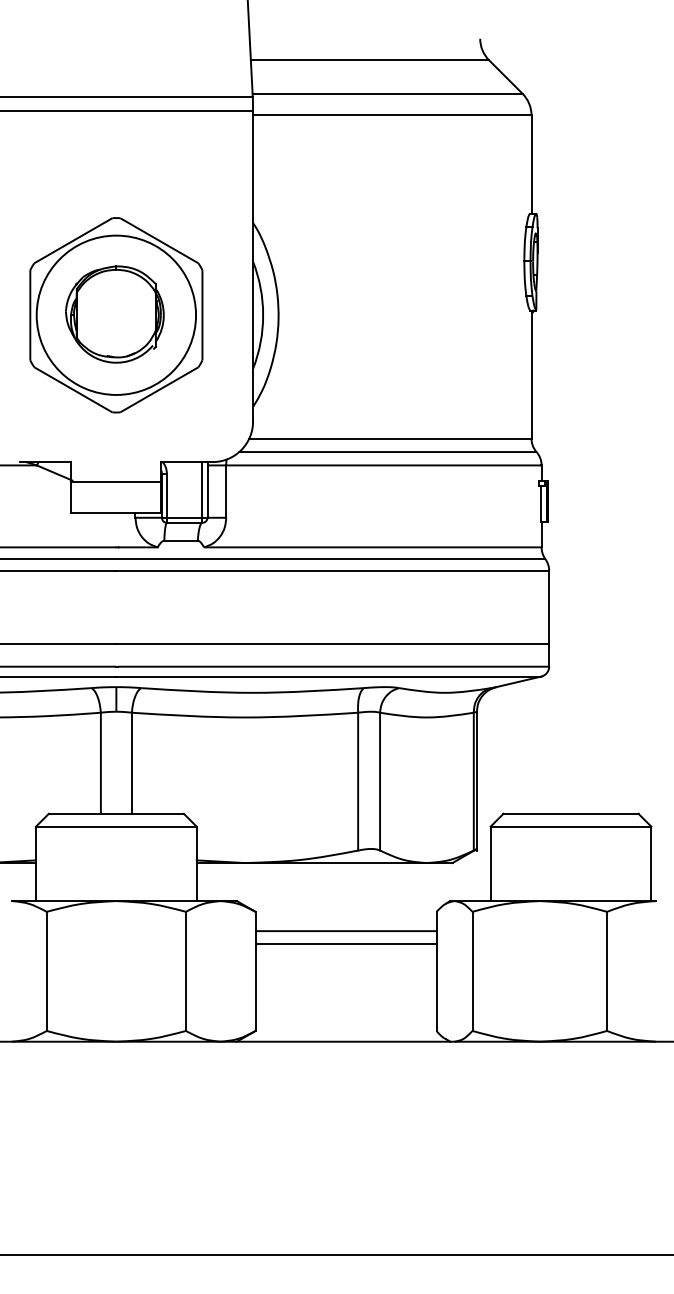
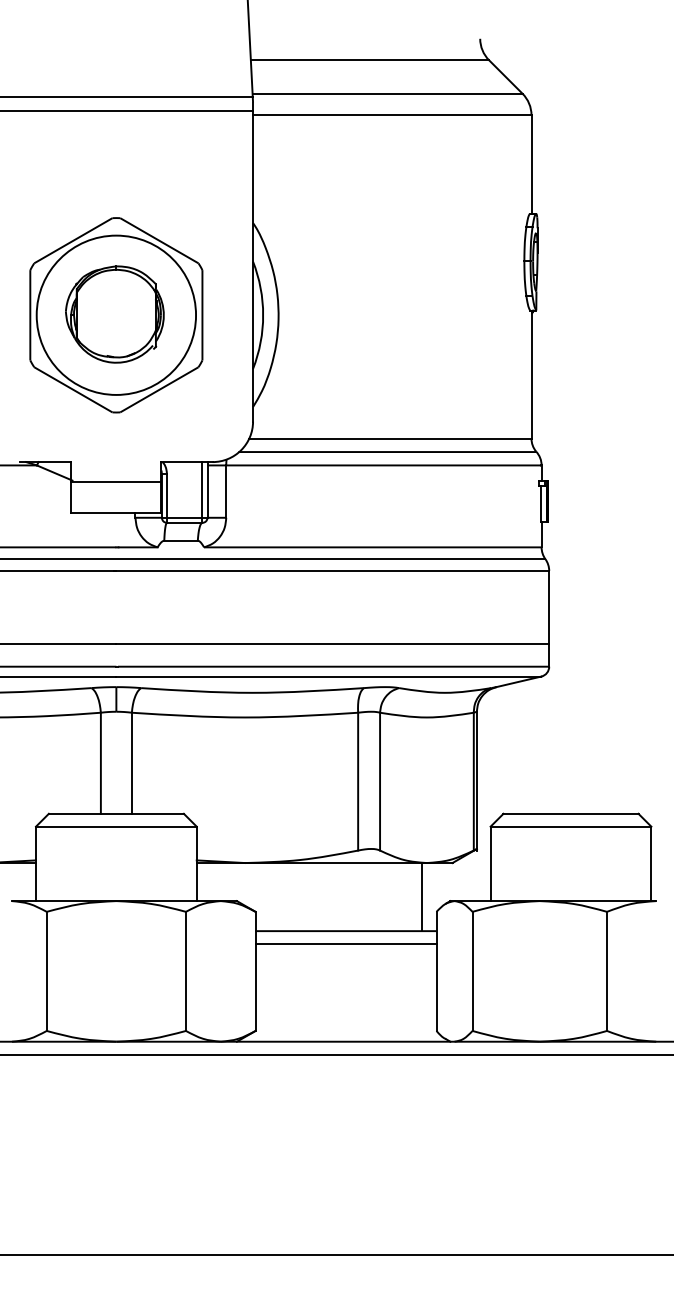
line at (421, 897): none -> present
line at (336, 1054): none -> present
